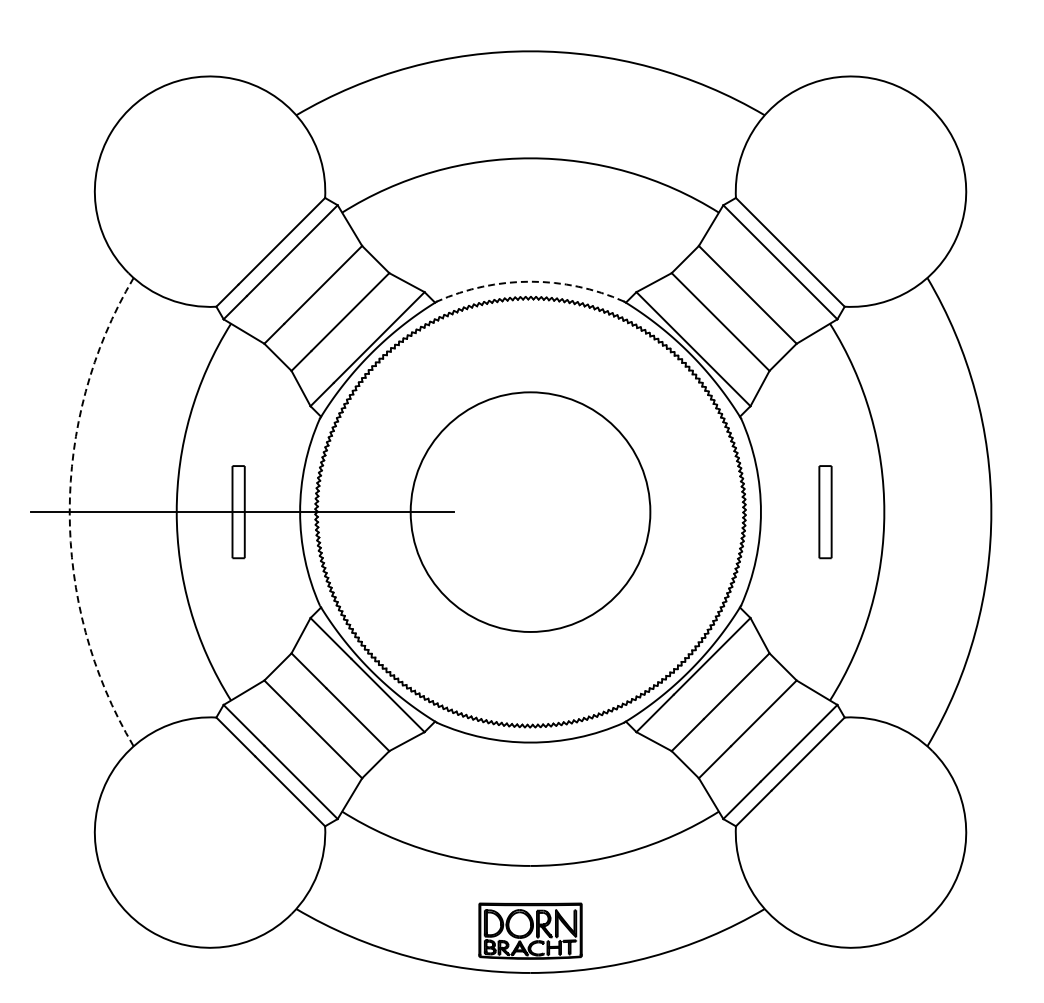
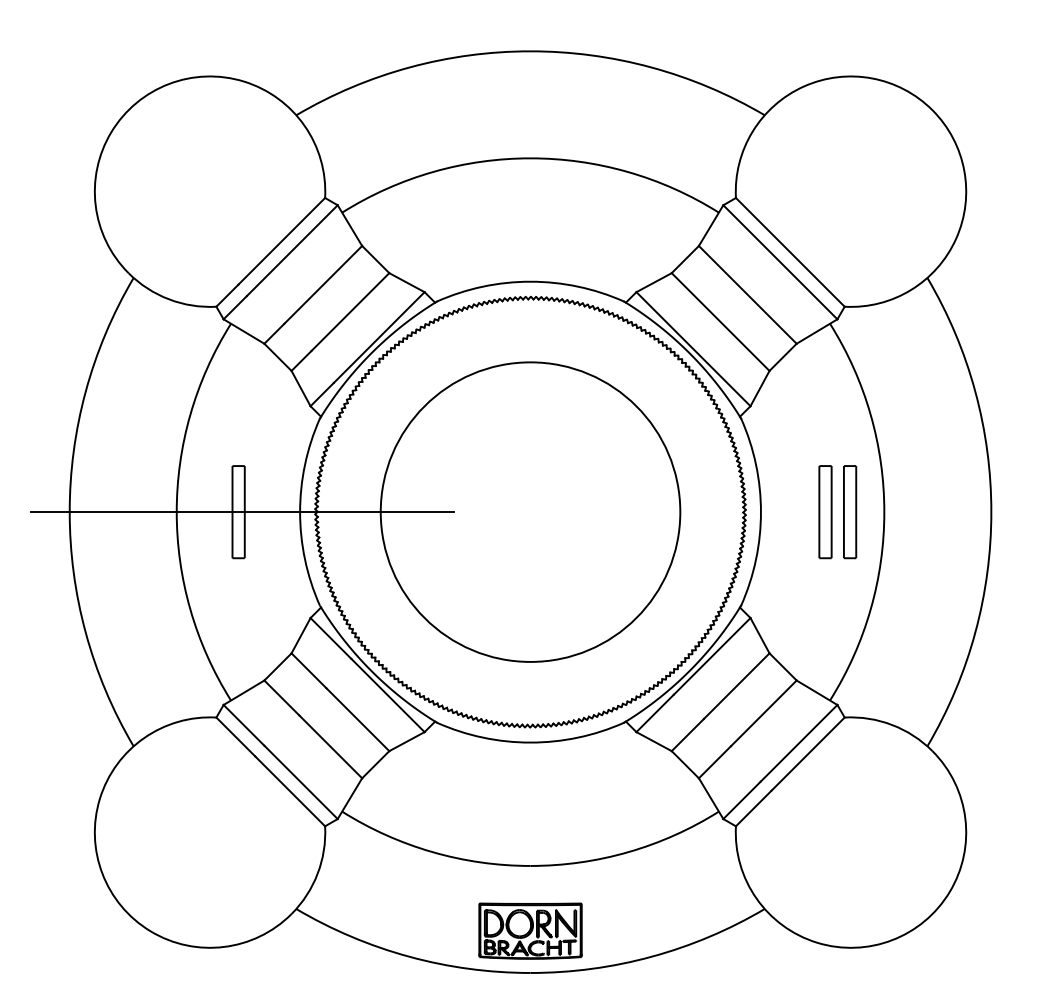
arc at (530, 281): dashed -> solid
circle at (530, 511) diameter: 240 px -> 300 px
arc at (69, 512): dashed -> solid
part at (850, 512): none -> present
